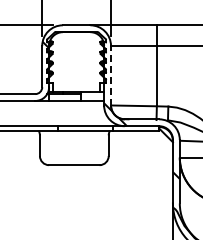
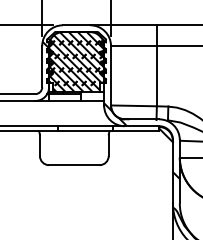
hatch at (76, 61): none -> present
line at (111, 75): dashed -> solid
